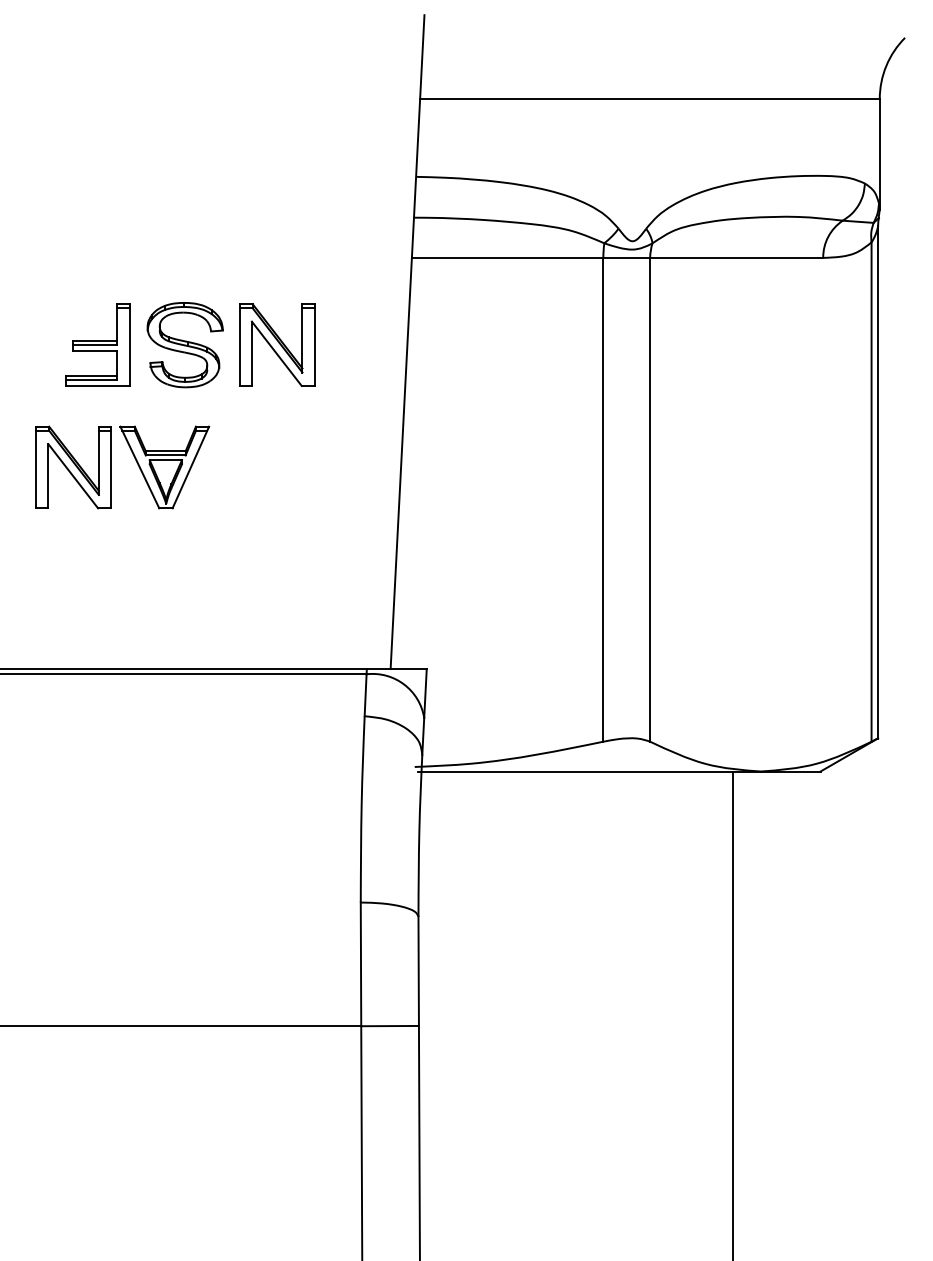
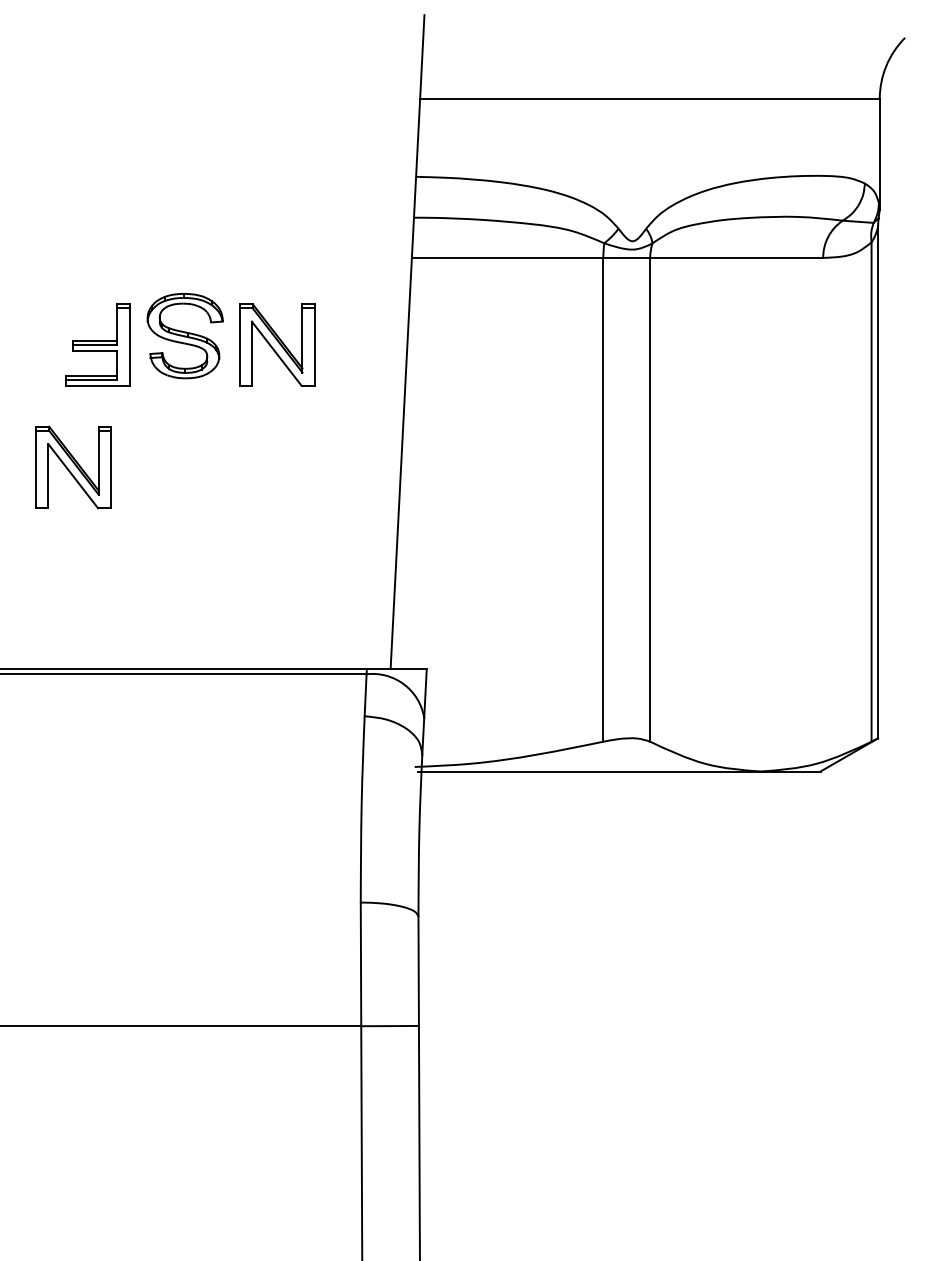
part at (184, 345) position: (184, 345) -> (184, 336)
part at (164, 467): present -> none
line at (732, 1014): present -> none
